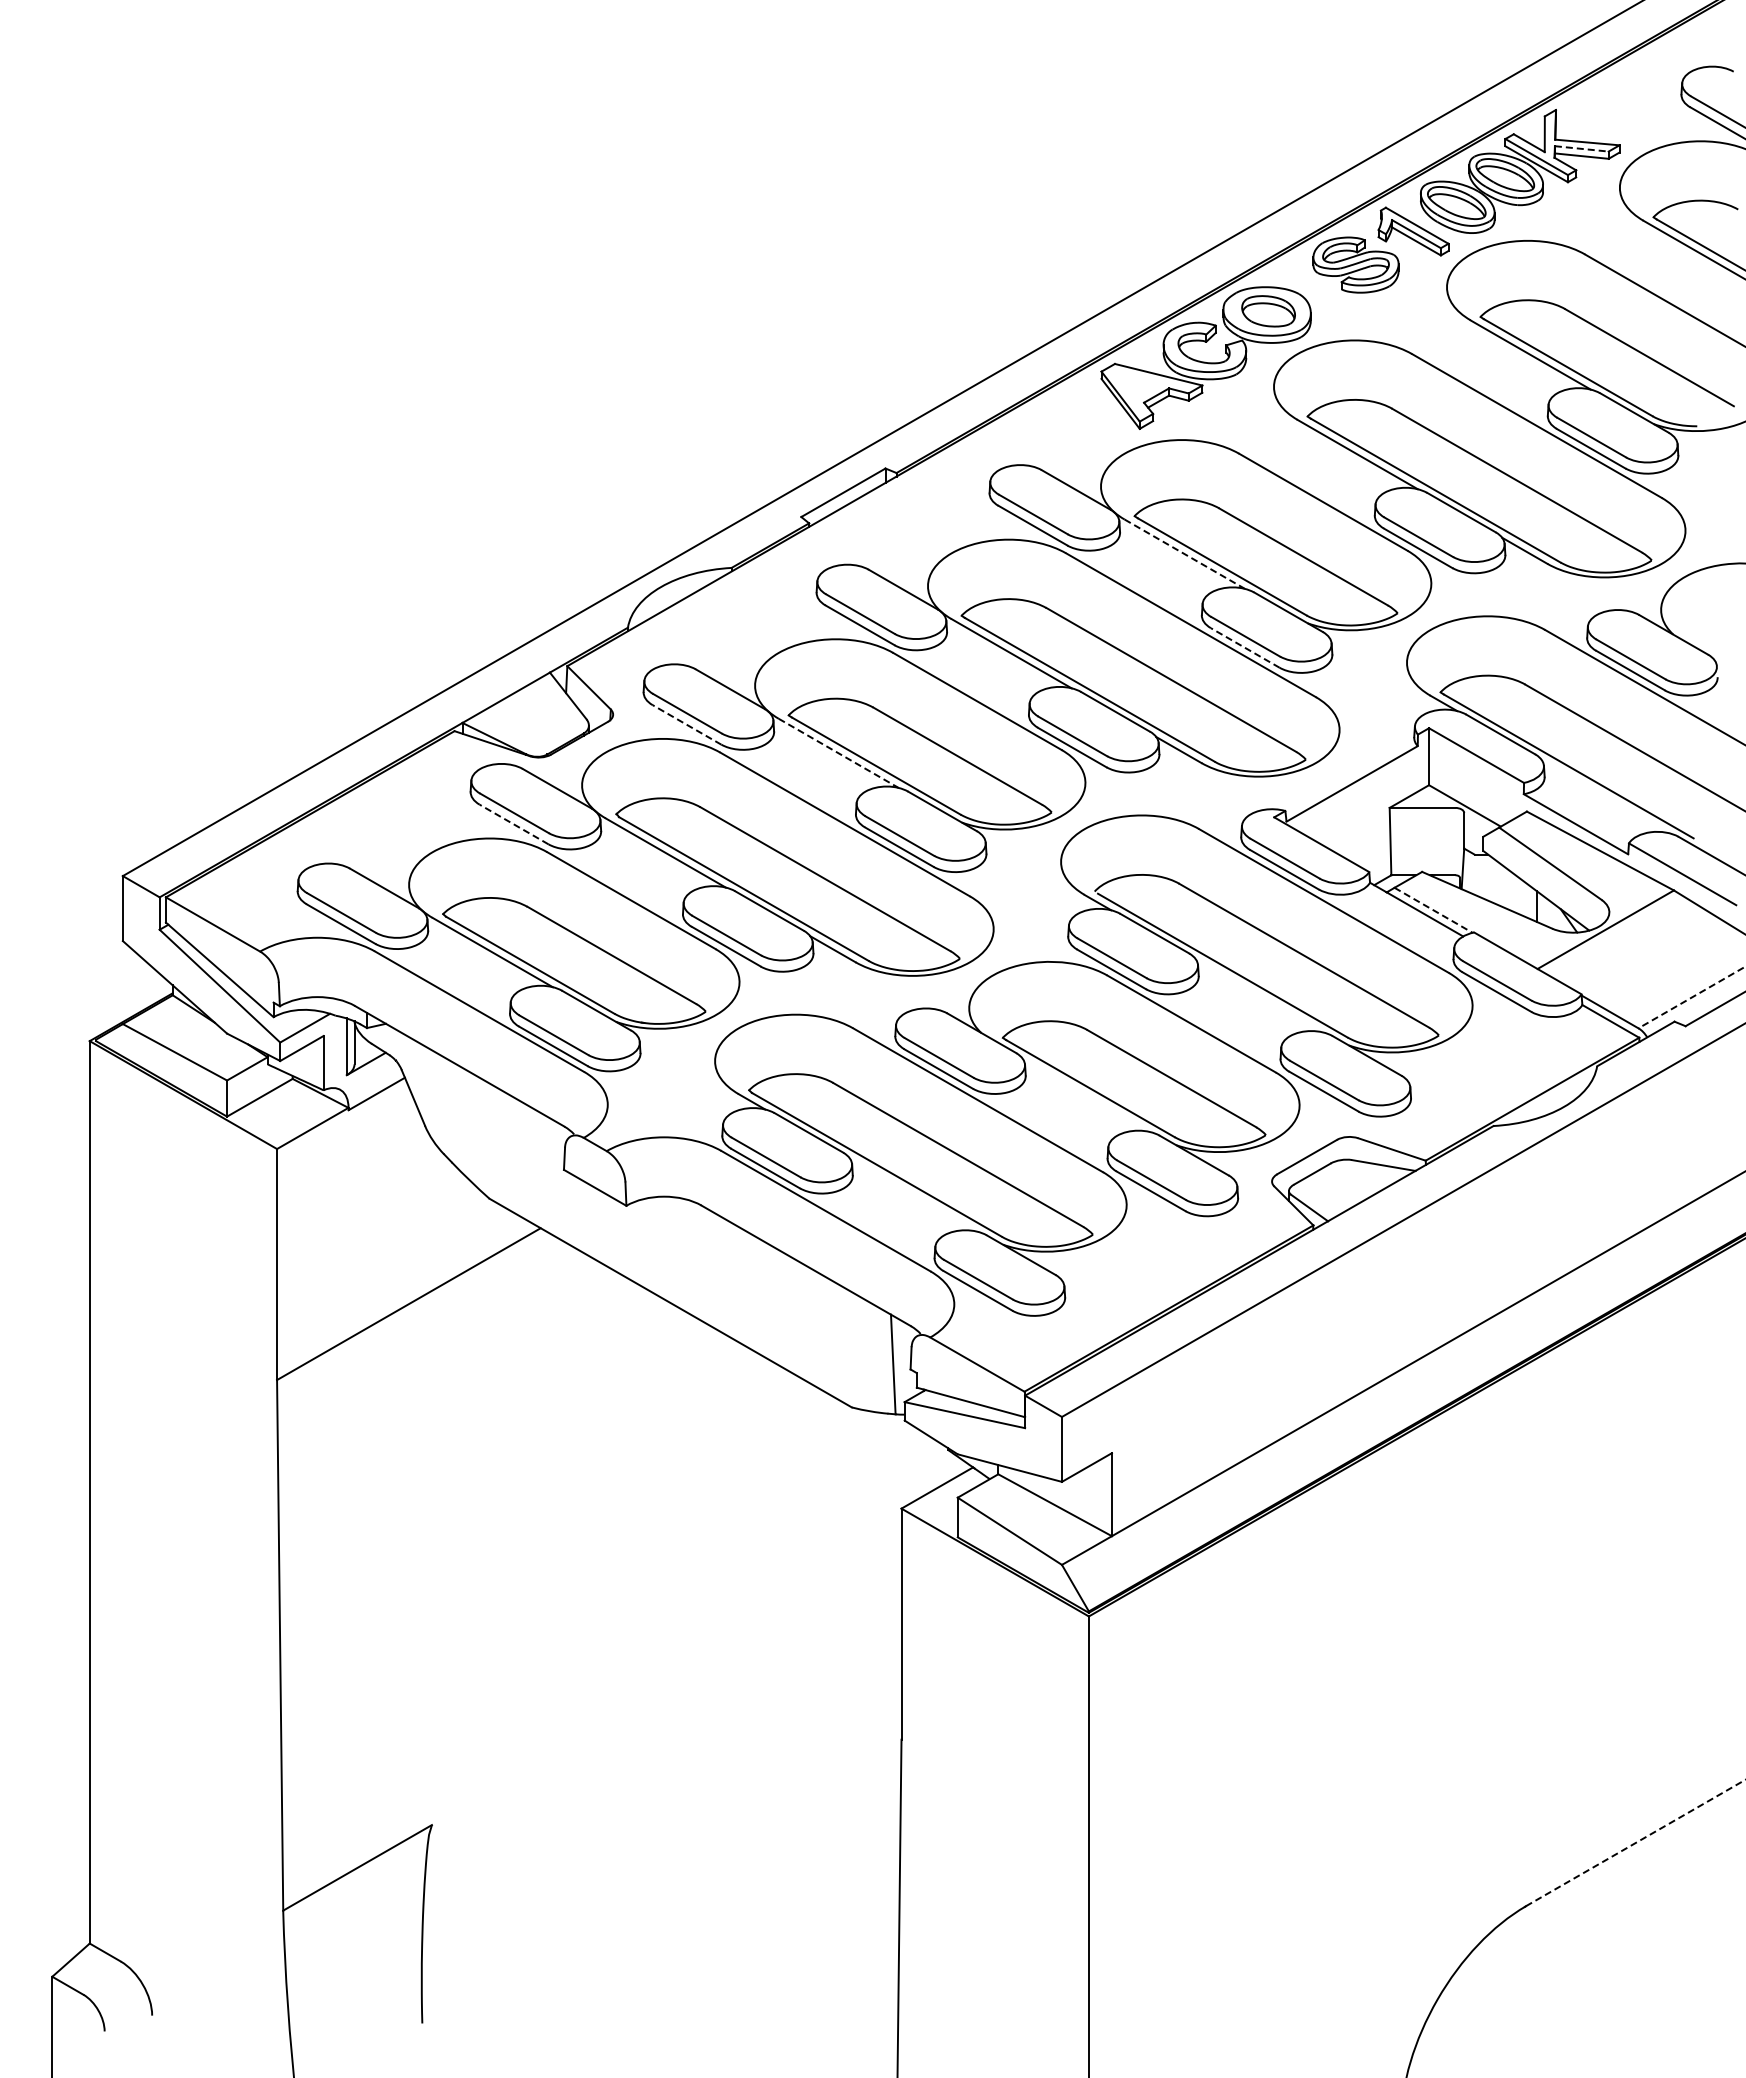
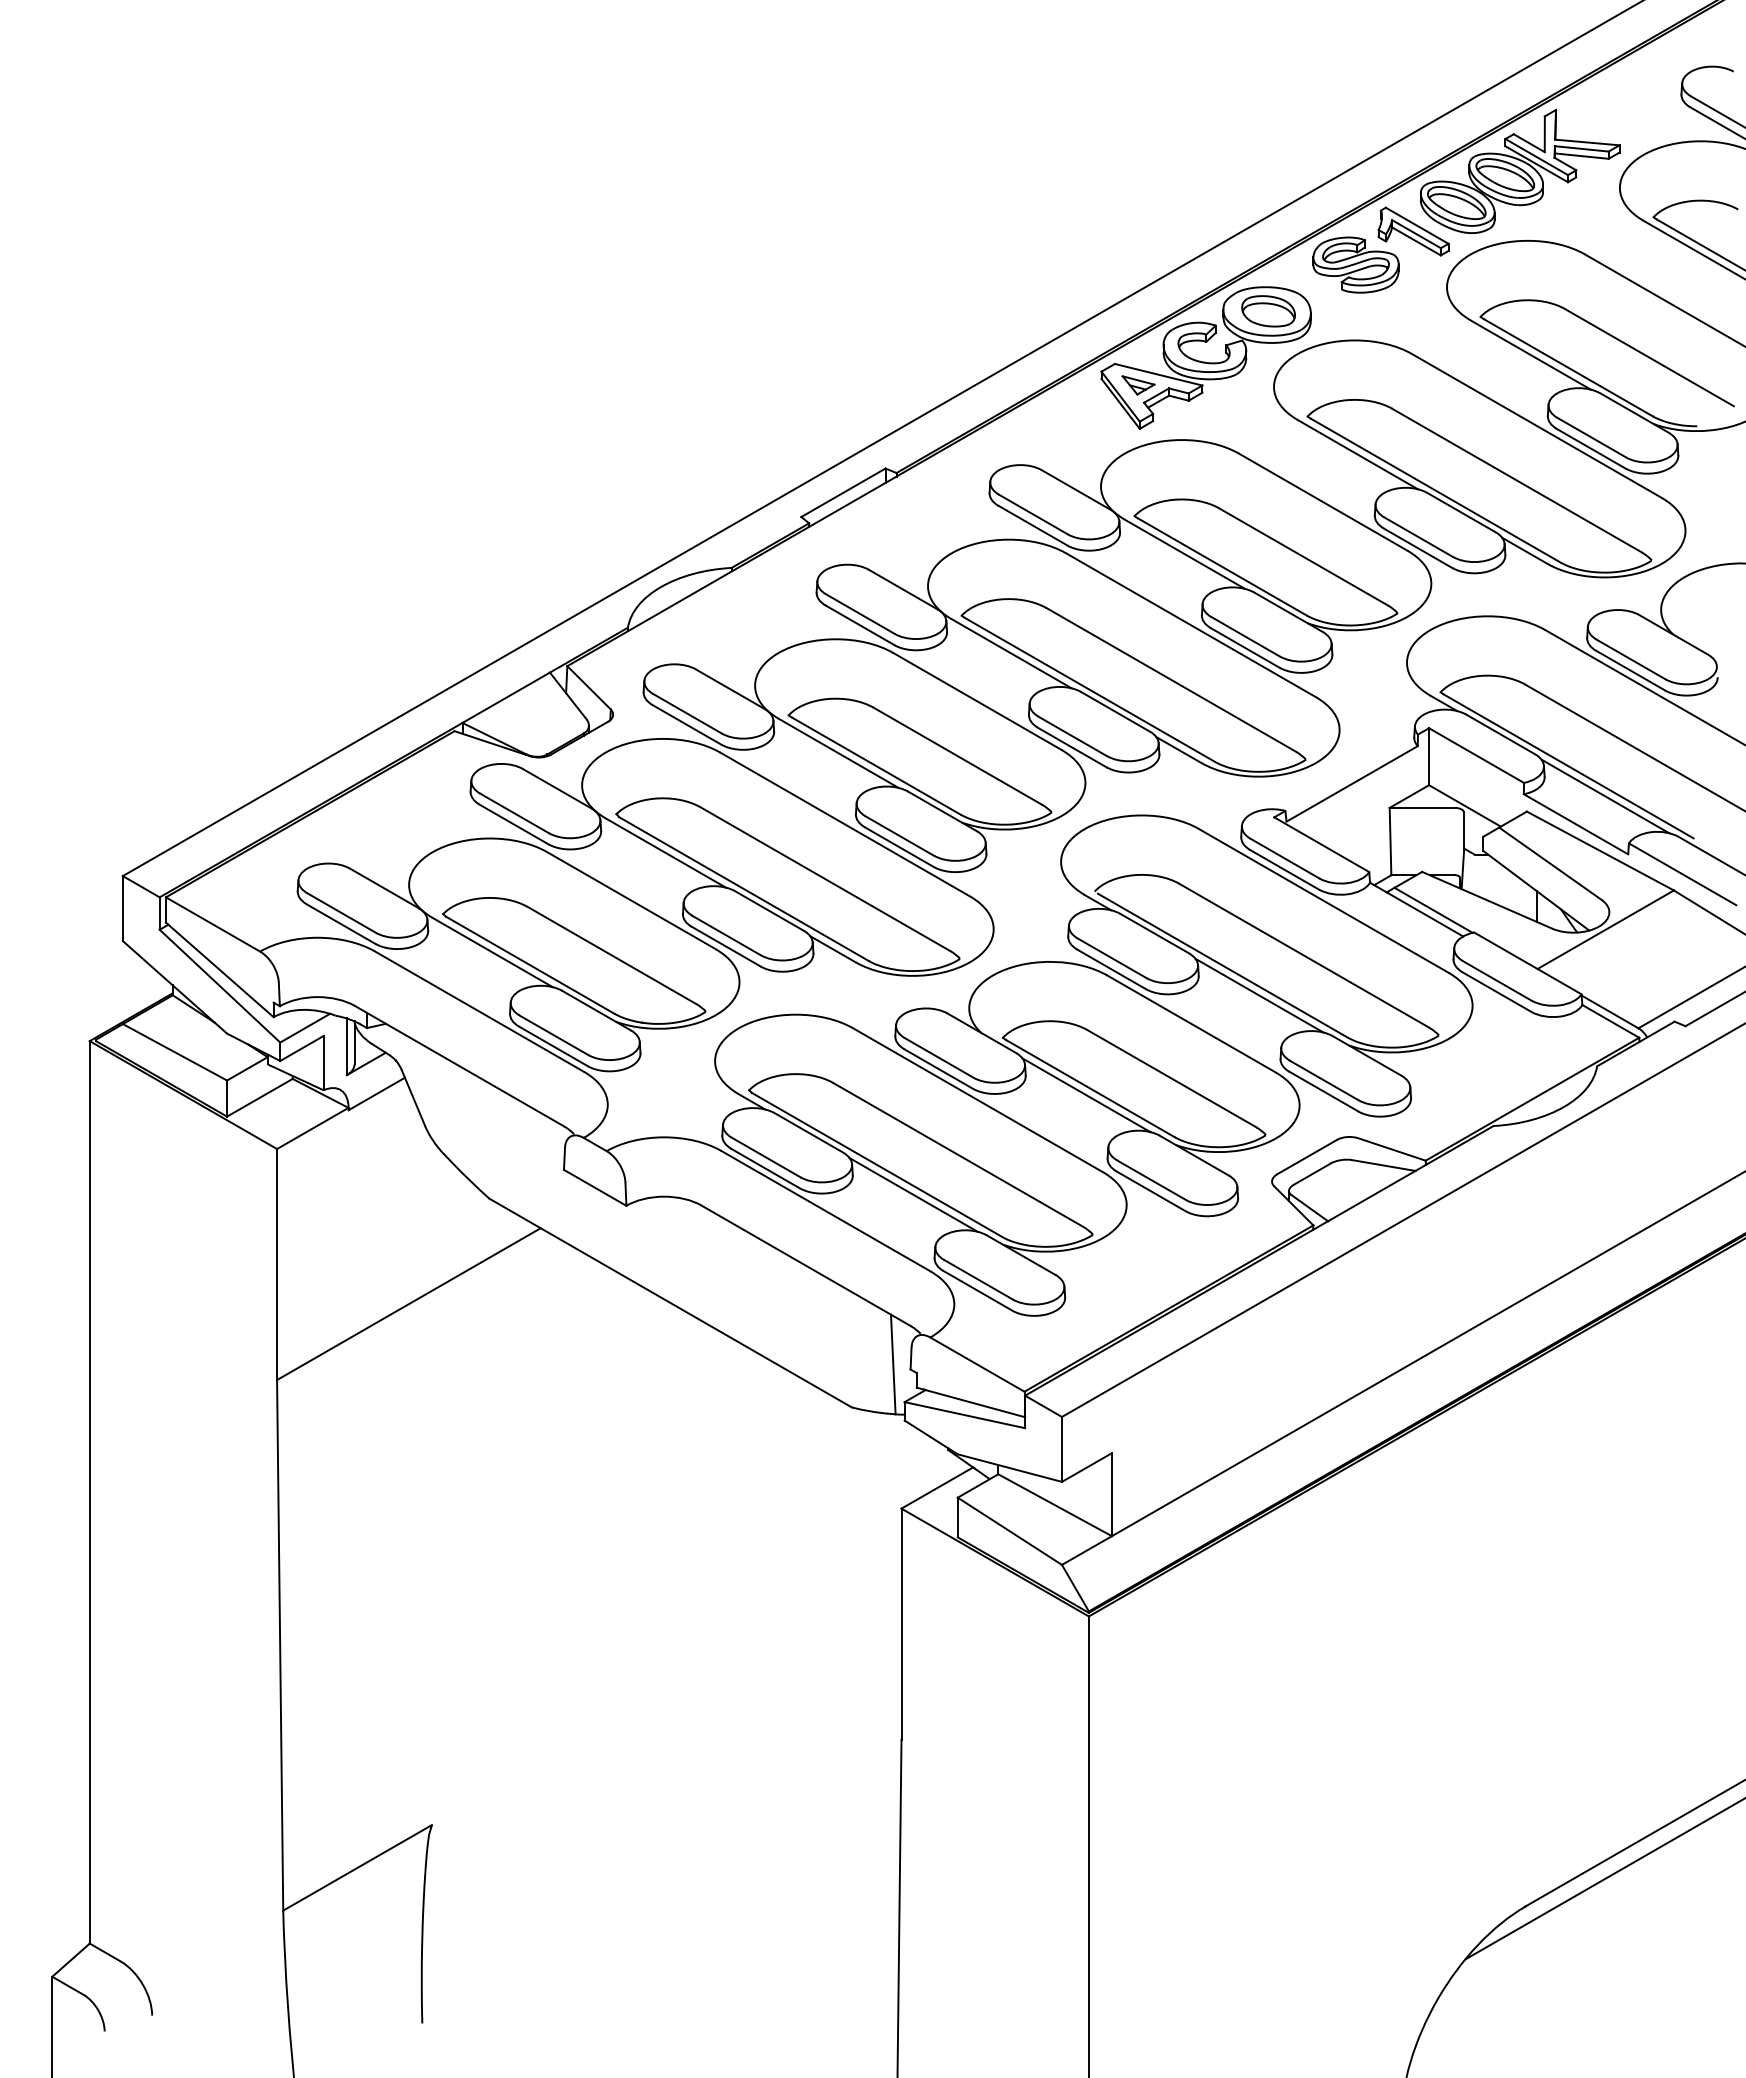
line at (1582, 148): dashed -> solid
part at (1138, 385): none -> present
line at (1185, 554): dashed -> solid
line at (1245, 647): dashed -> solid
line at (687, 724): dashed -> solid
line at (839, 753): dashed -> solid
line at (1605, 796): none -> present
line at (514, 824): dashed -> solid
line at (1434, 910): dashed -> solid
line at (1259, 995): none -> present
line at (1692, 997): dashed -> solid
line at (1086, 1095): none -> present
line at (913, 1194): none -> present
line at (1635, 1842): dashed -> solid
line at (1603, 1879): none -> present
